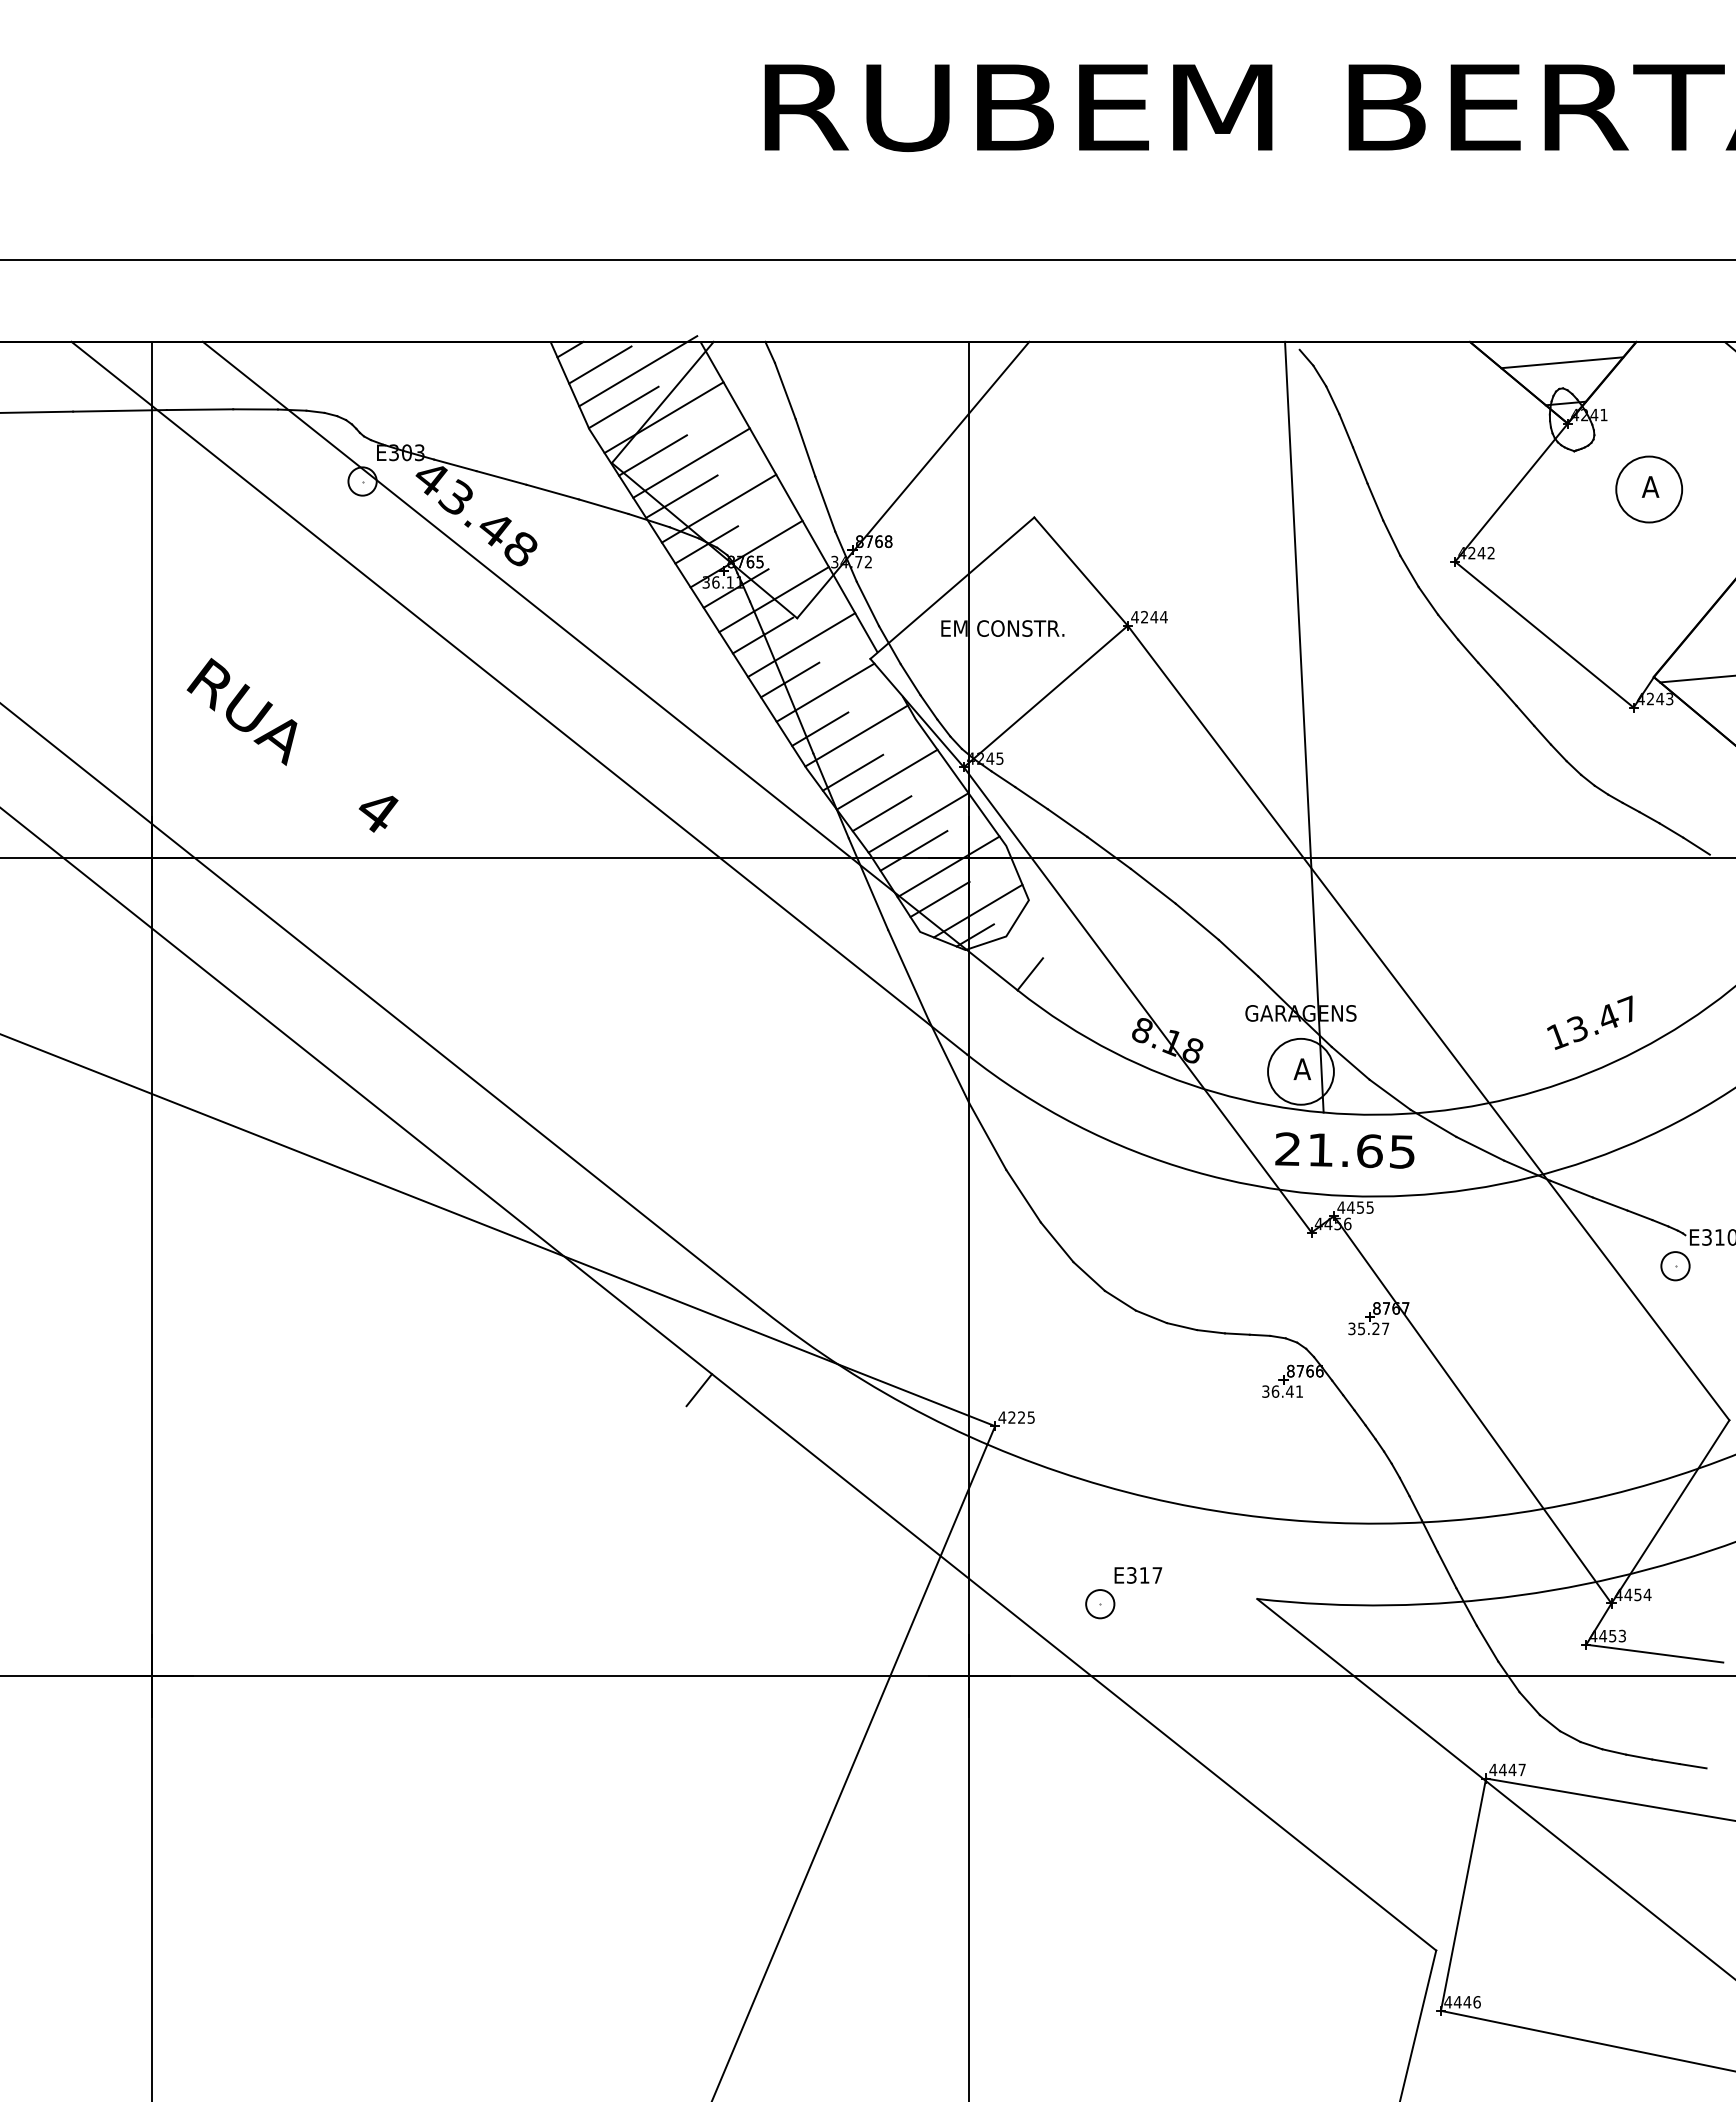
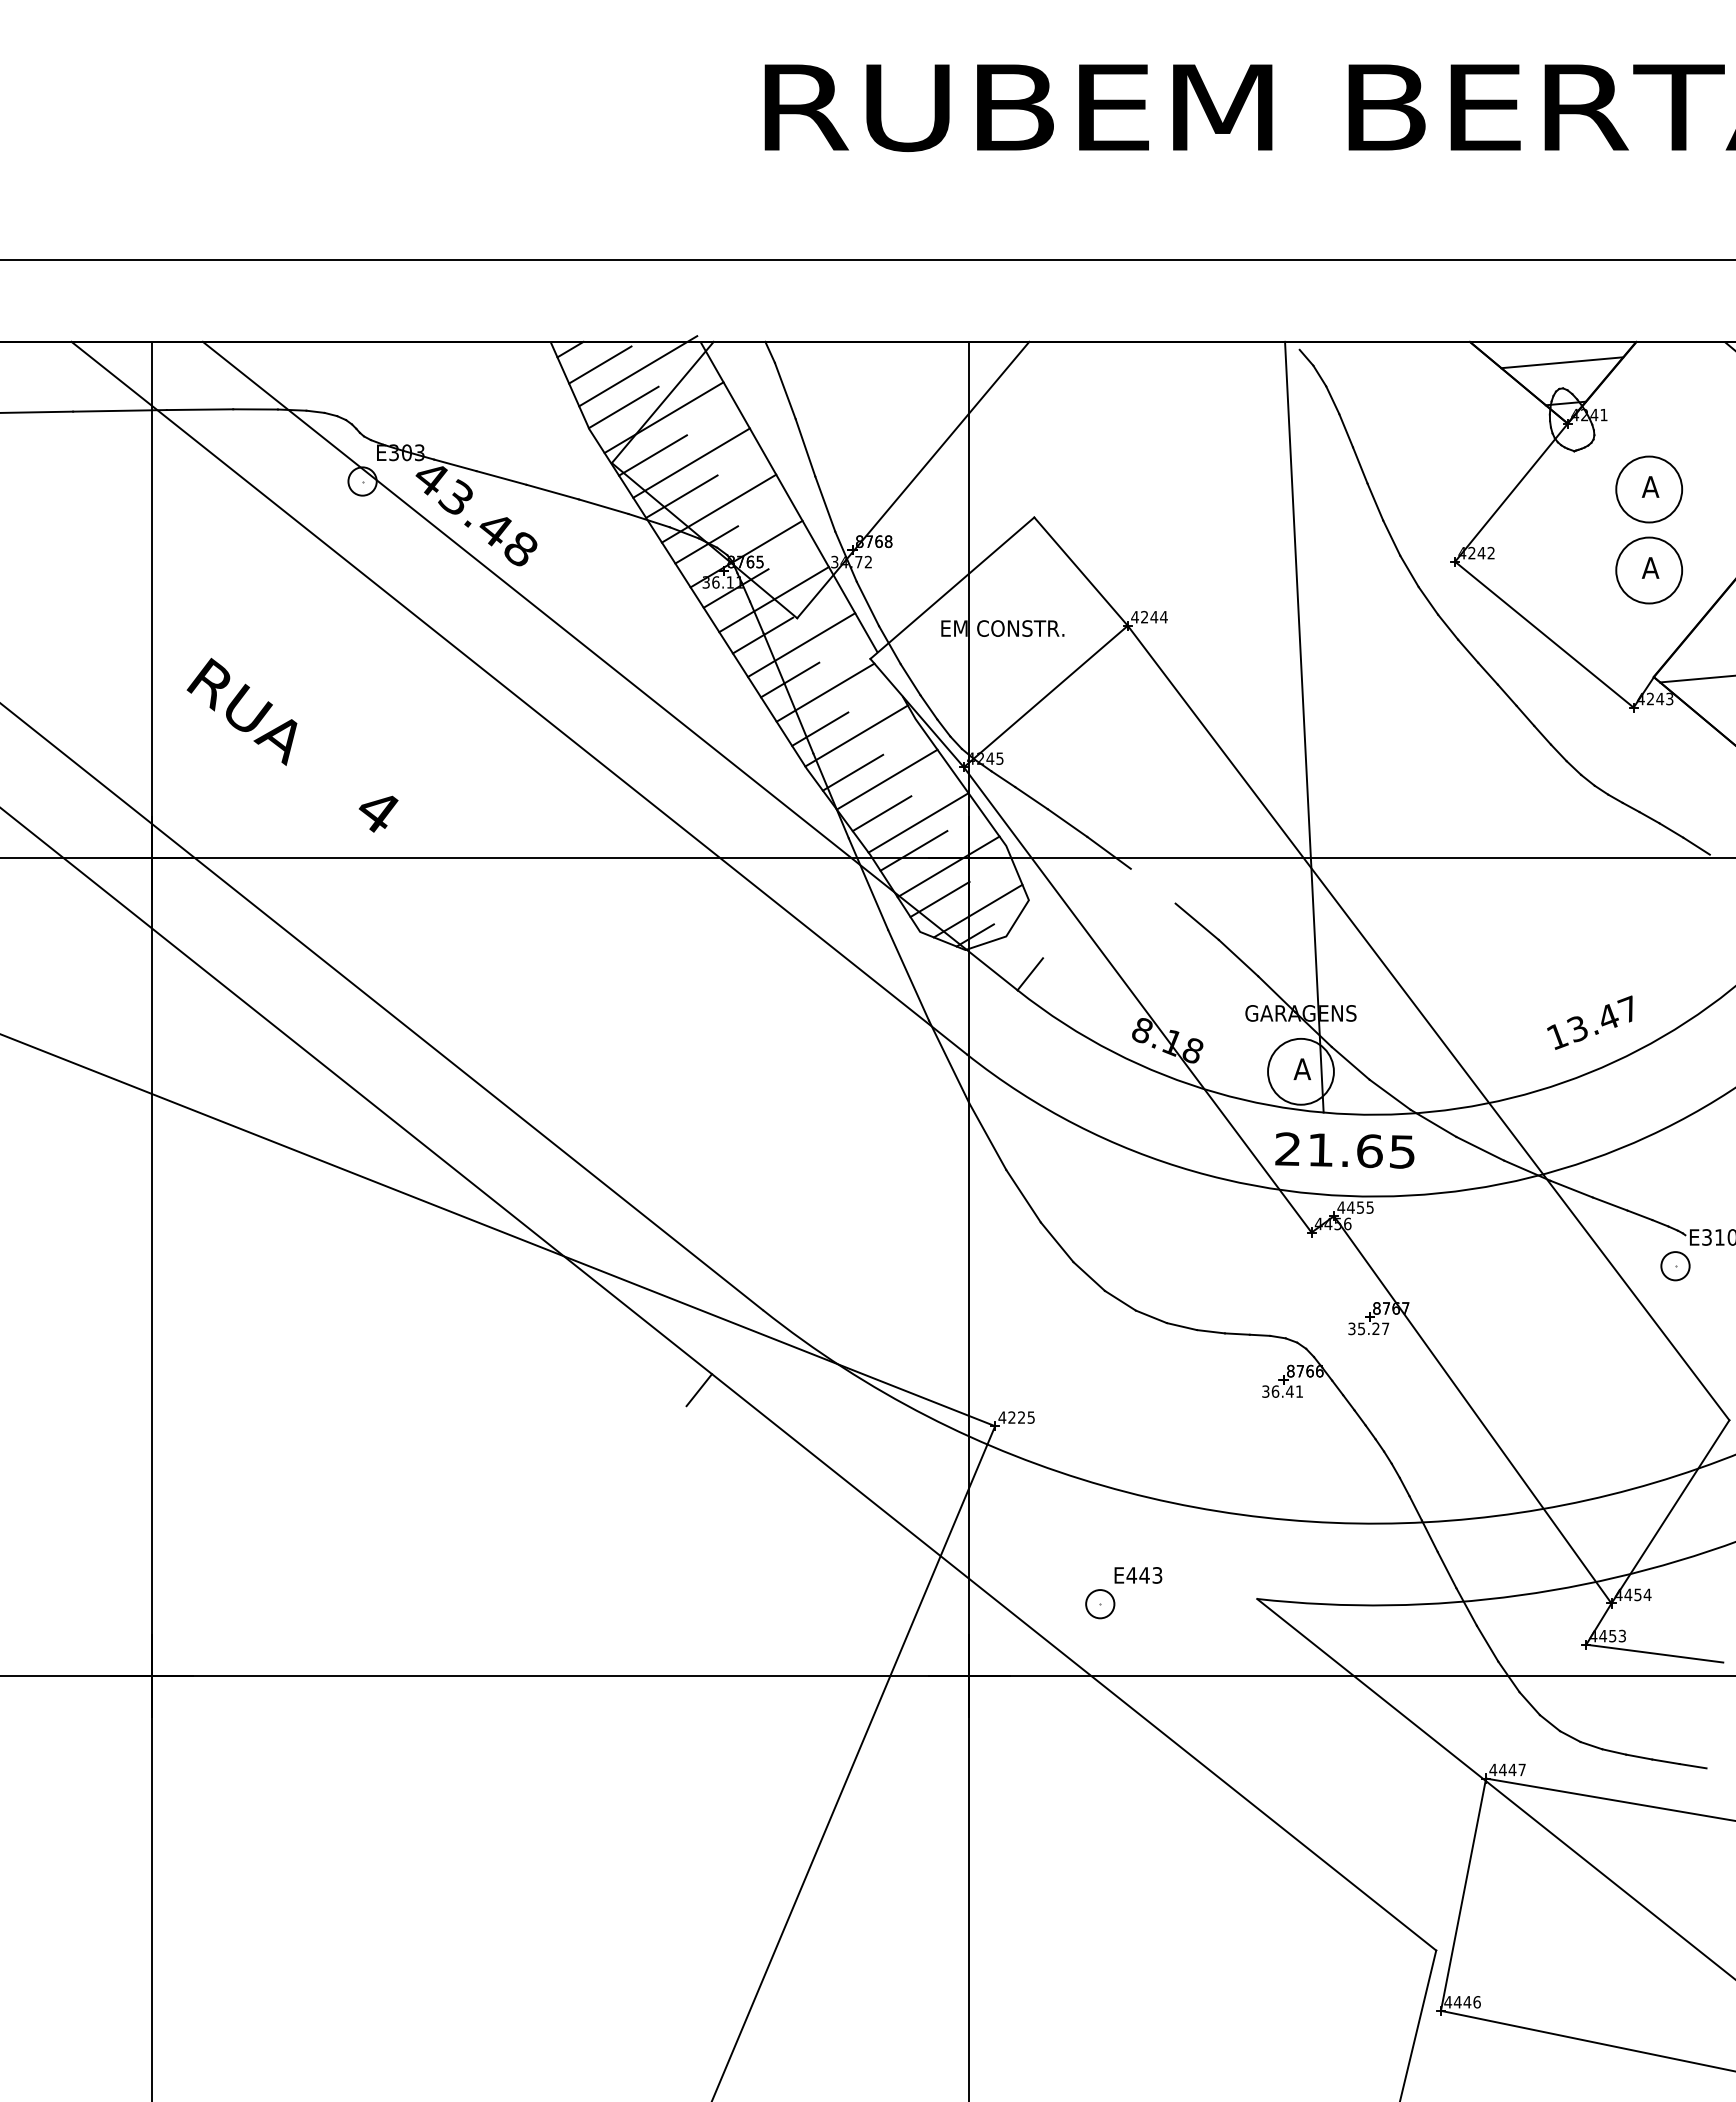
part at (1649, 570): none -> present
line at (1152, 885): present -> none
text at (1144, 1575): E317 -> E443
